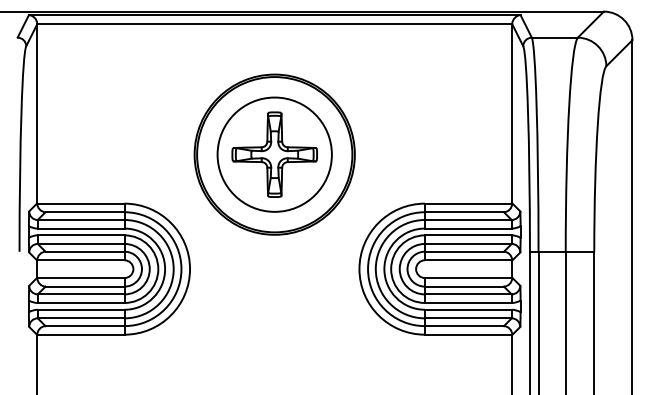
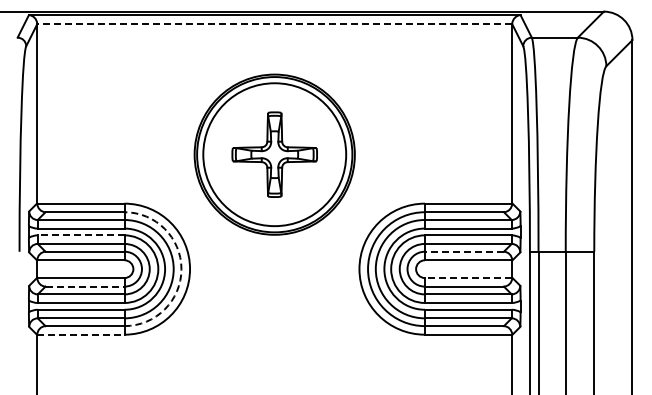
line at (274, 23): solid -> dashed
circle at (274, 154) diameter: 114 px -> 143 px
line at (80, 235): solid -> dashed
line at (463, 251): solid -> dashed
arc at (181, 269): solid -> dashed
line at (468, 278): solid -> dashed
line at (85, 286): solid -> dashed
line at (80, 334): solid -> dashed
